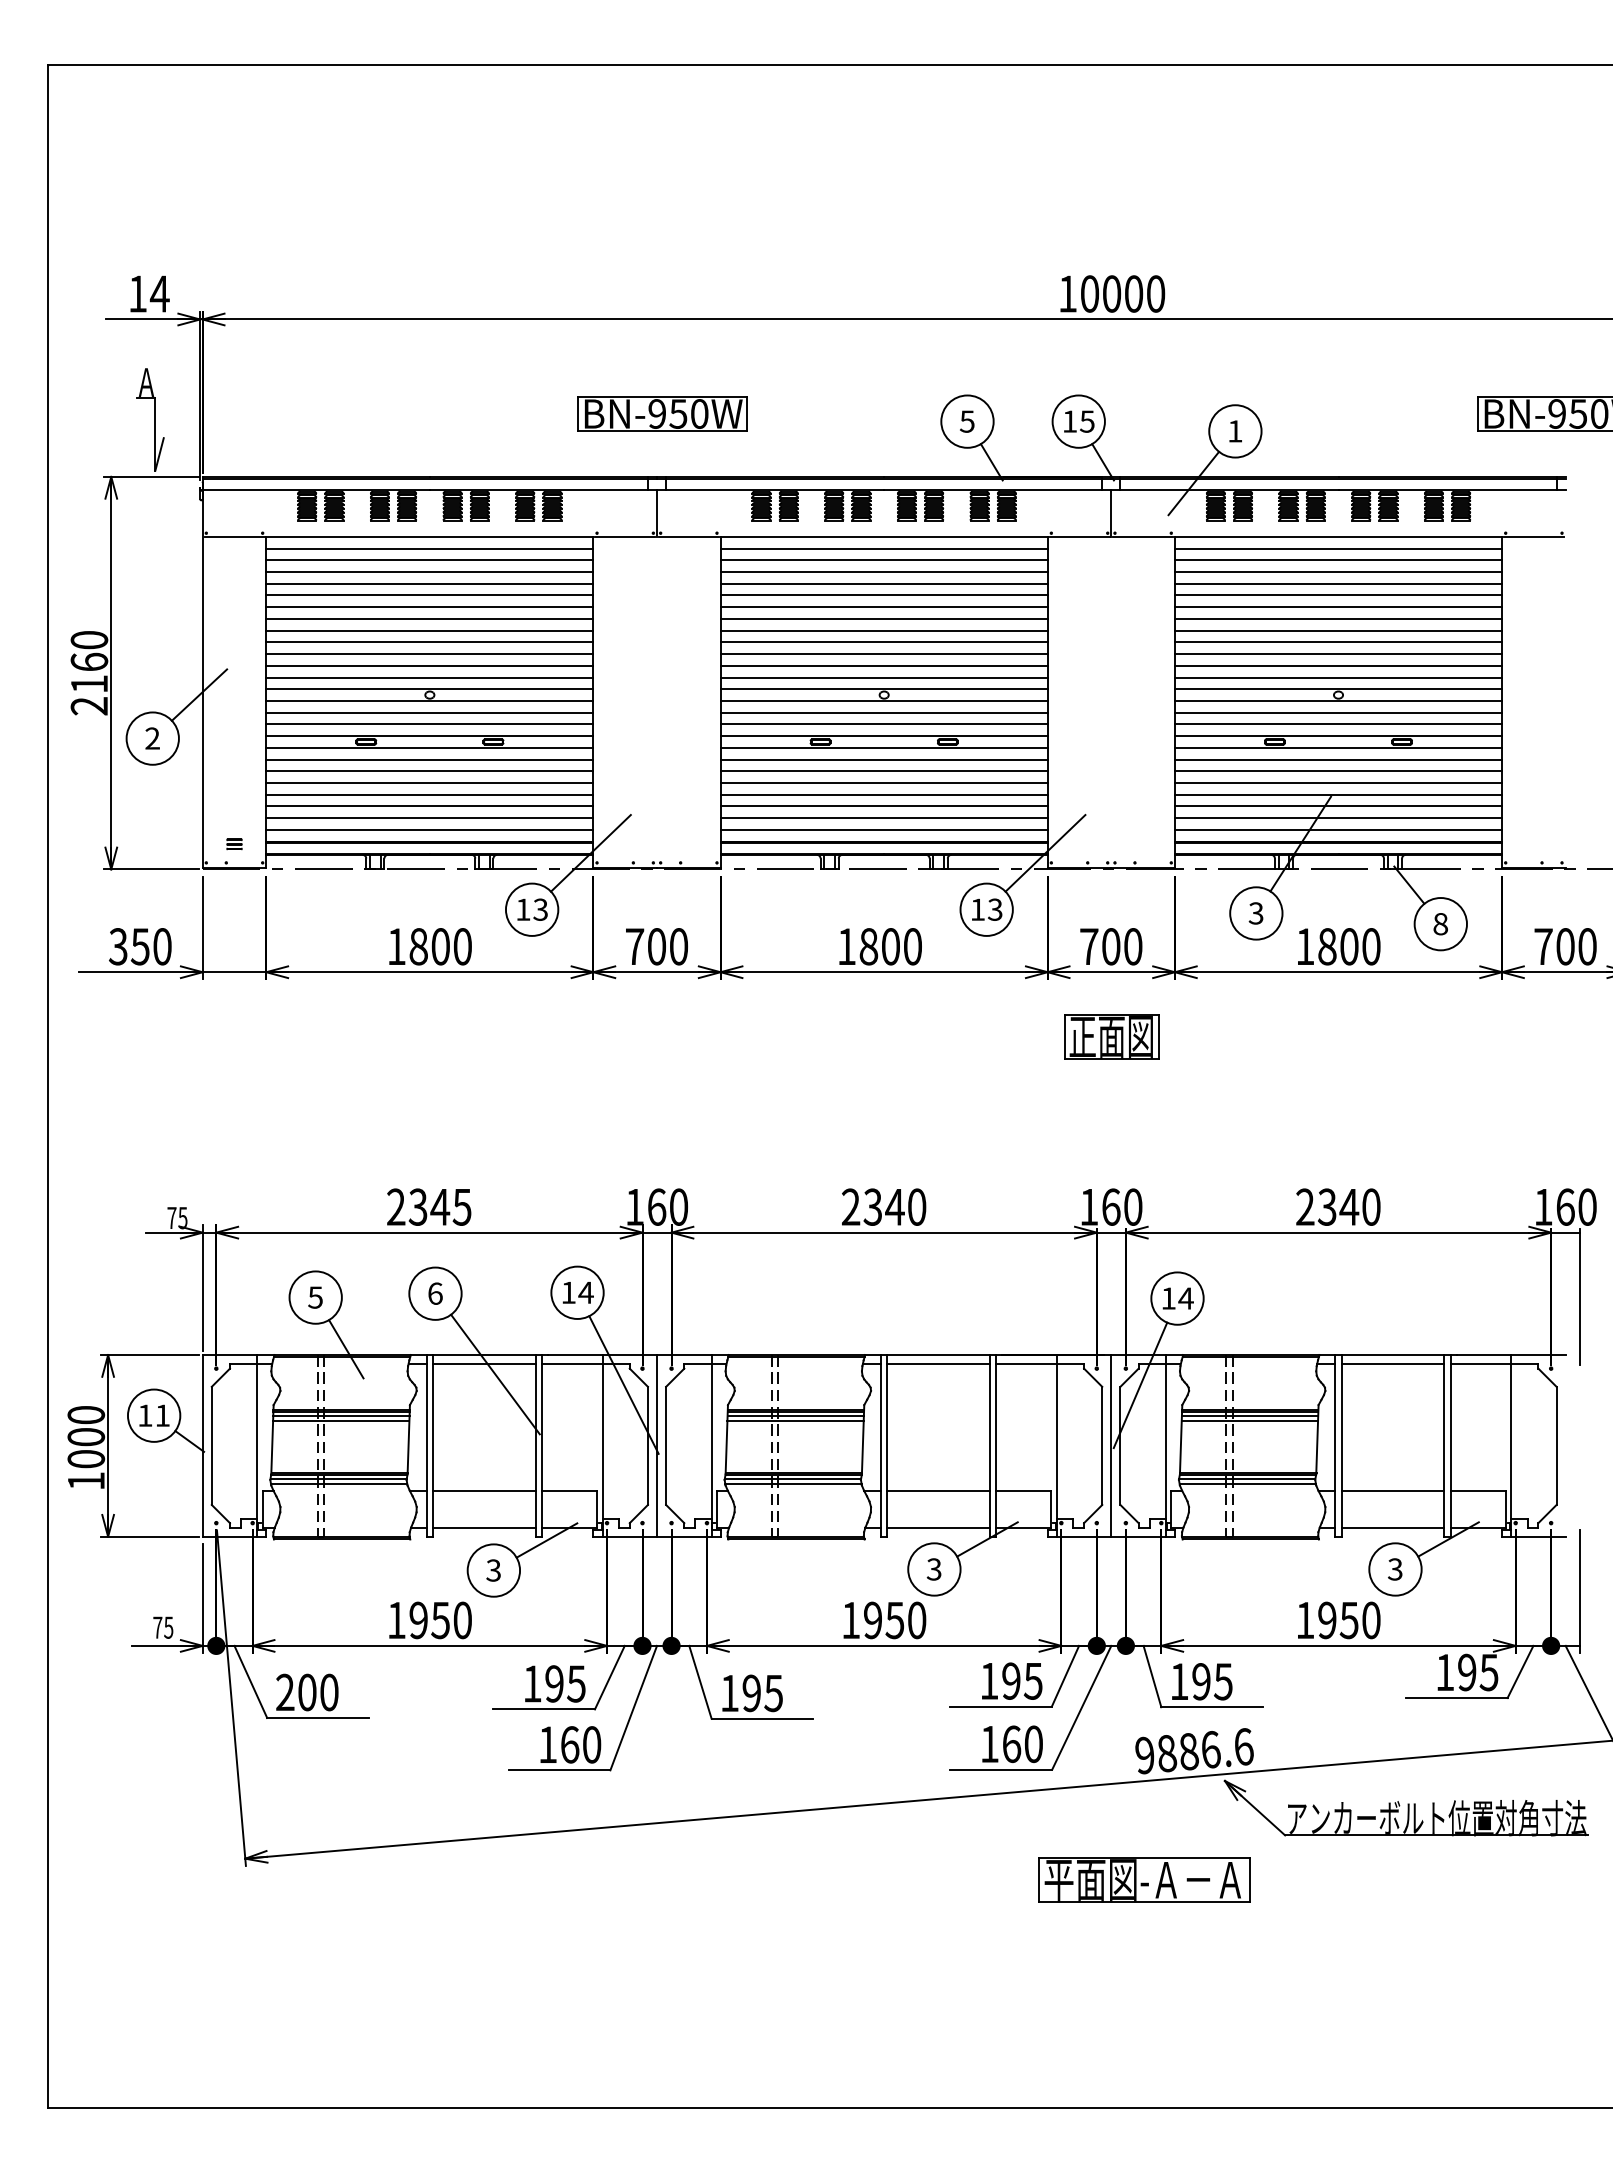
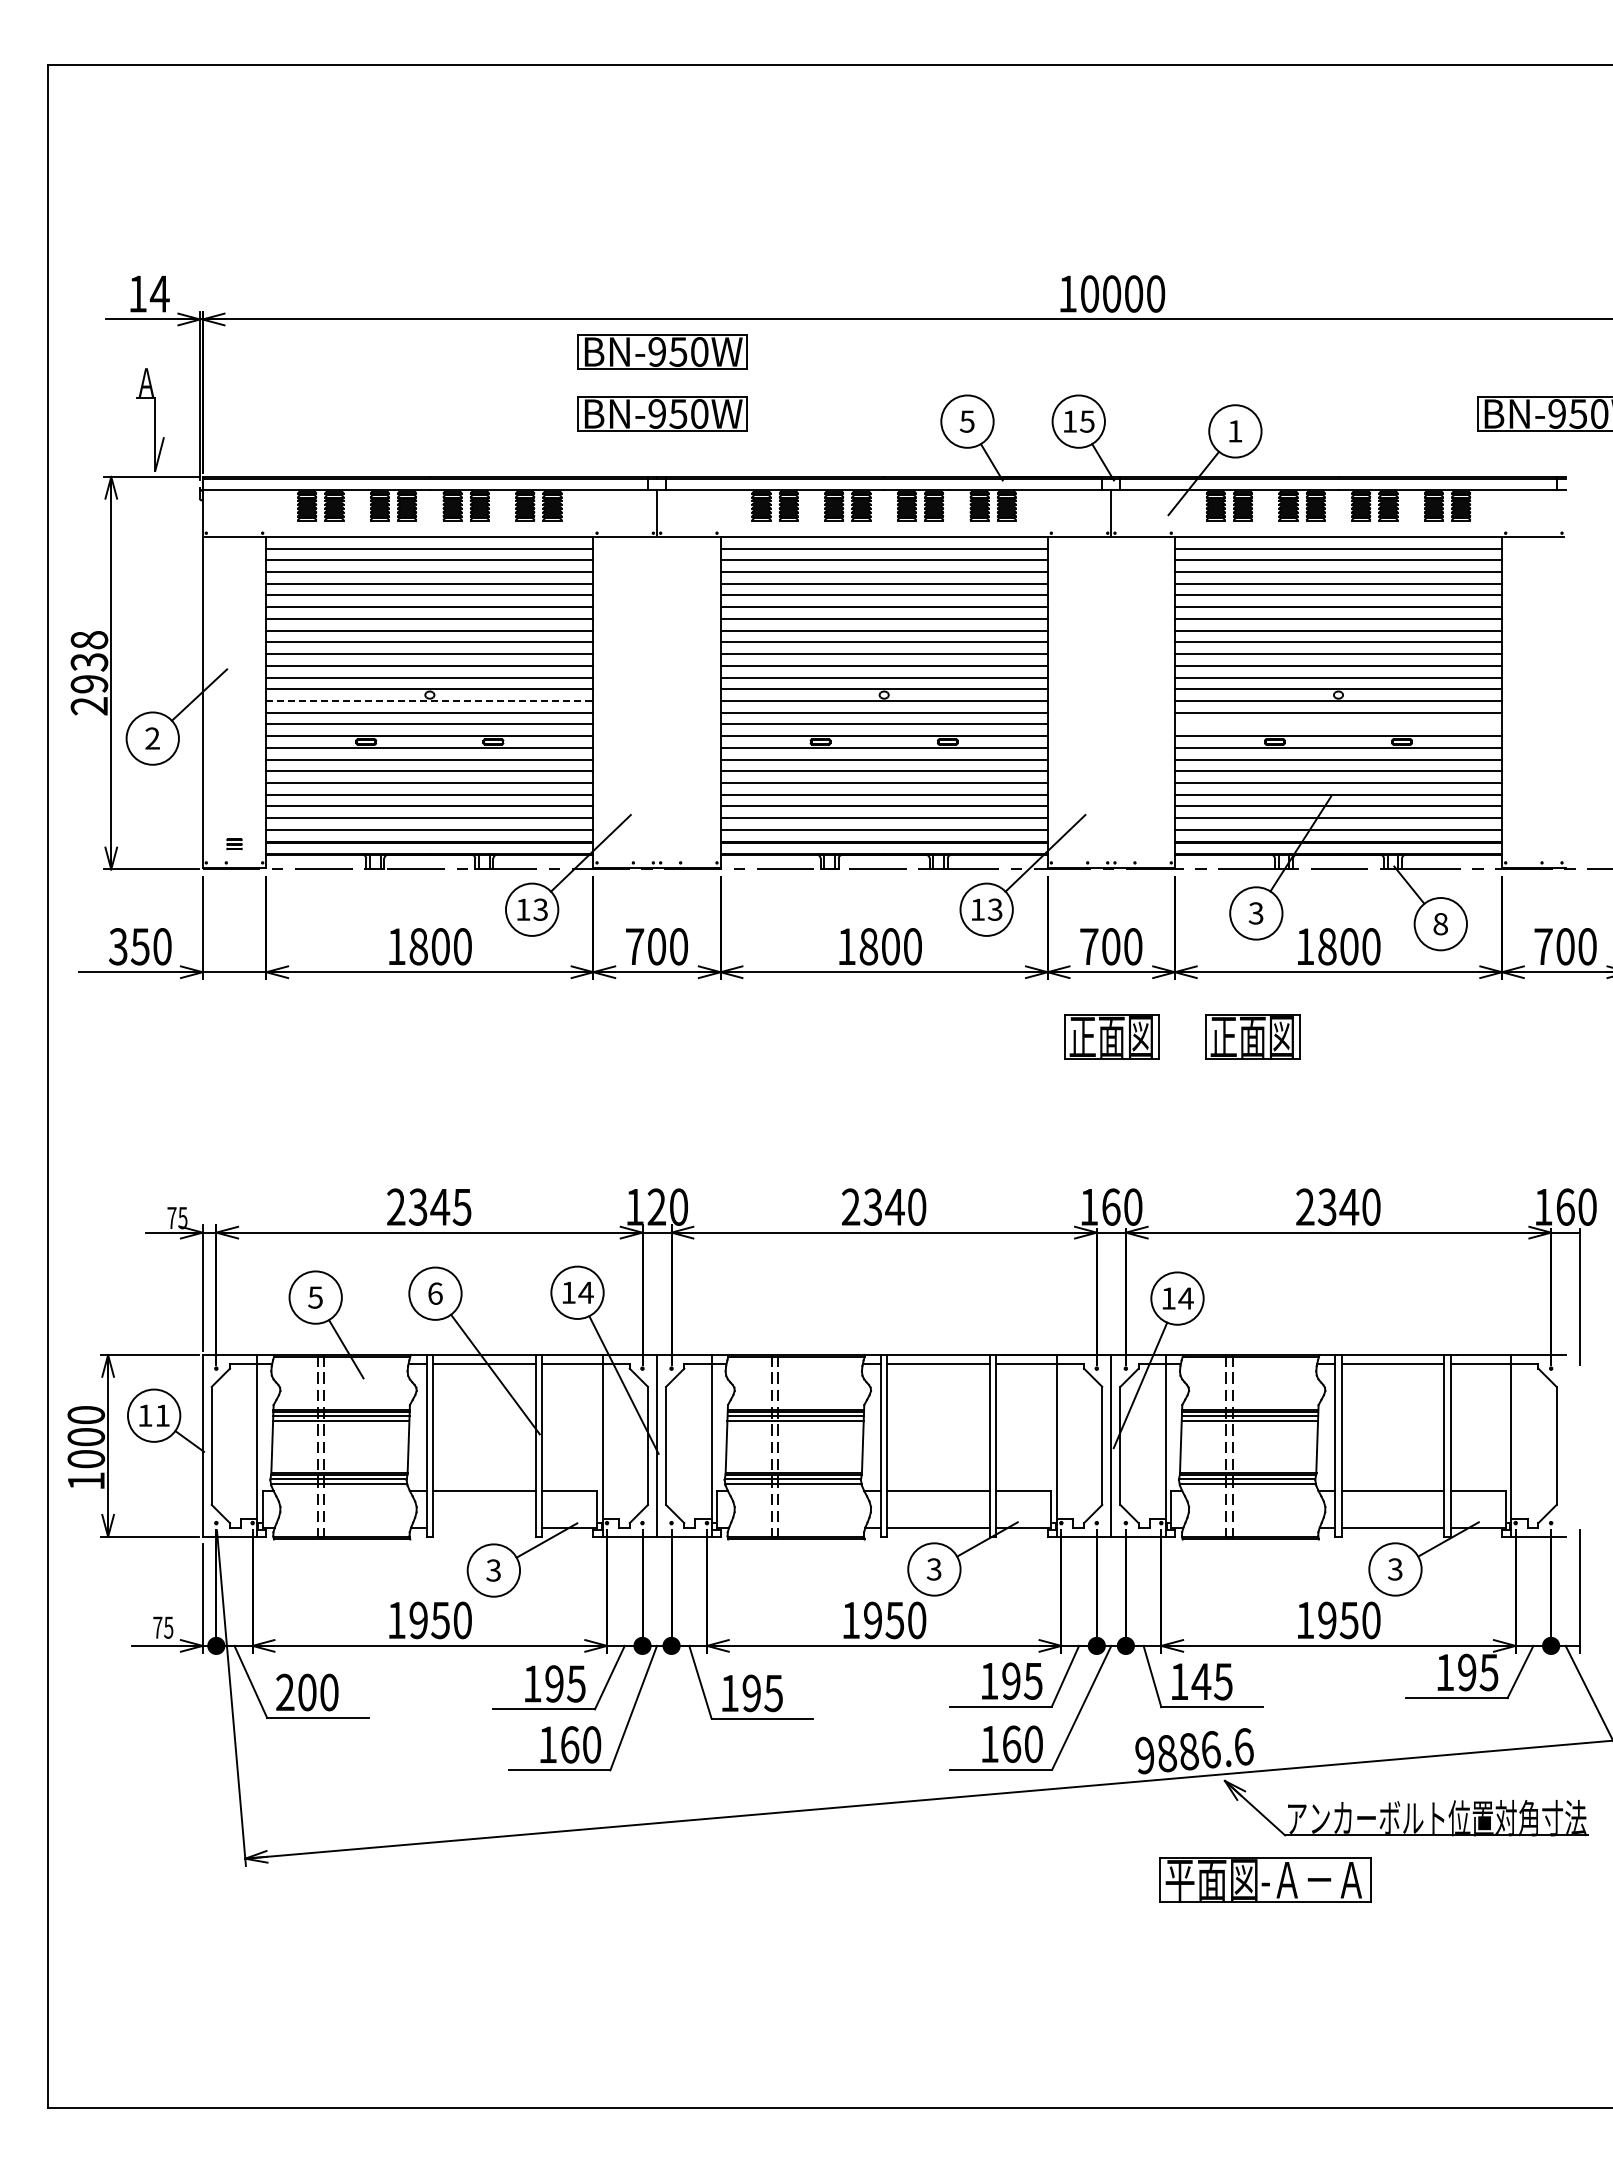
part at (662, 351): none -> present
text at (89, 662): 2160 -> 2938
line at (429, 700): solid -> dashed
line at (1338, 724): present -> none
part at (1252, 1036): none -> present
text at (656, 1206): 160 -> 120
line at (483, 1527): present -> none
text at (1201, 1681): 195 -> 145
part at (1144, 1879) position: (1144, 1879) -> (1265, 1879)
